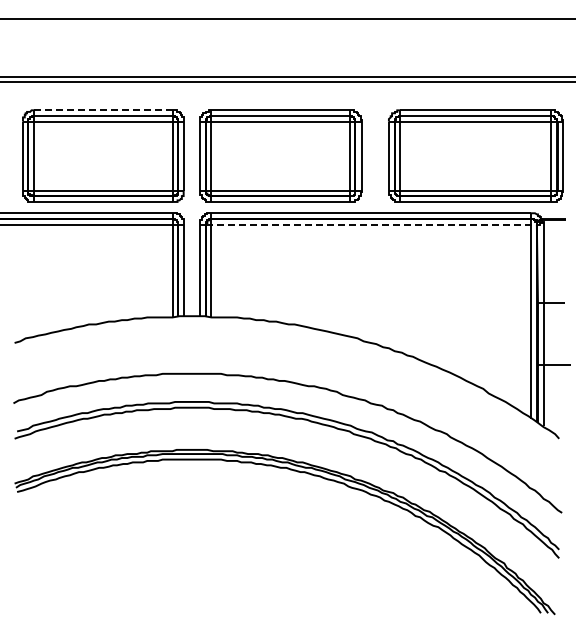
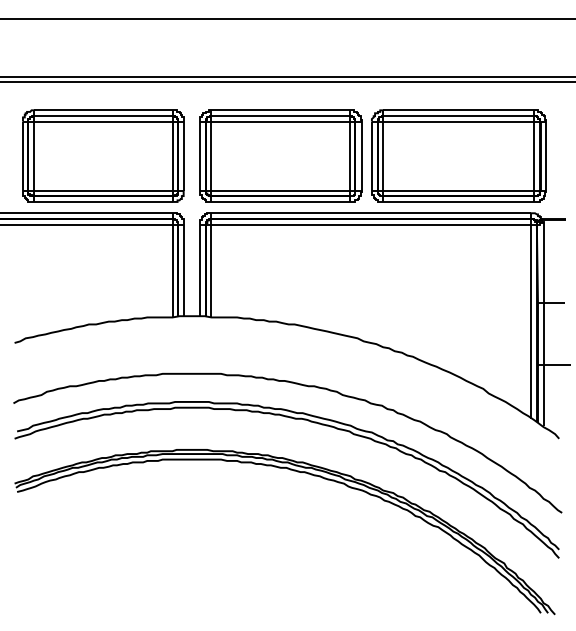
line at (102, 110): dashed -> solid
part at (475, 155) position: (475, 155) -> (458, 155)
line at (371, 224): dashed -> solid
